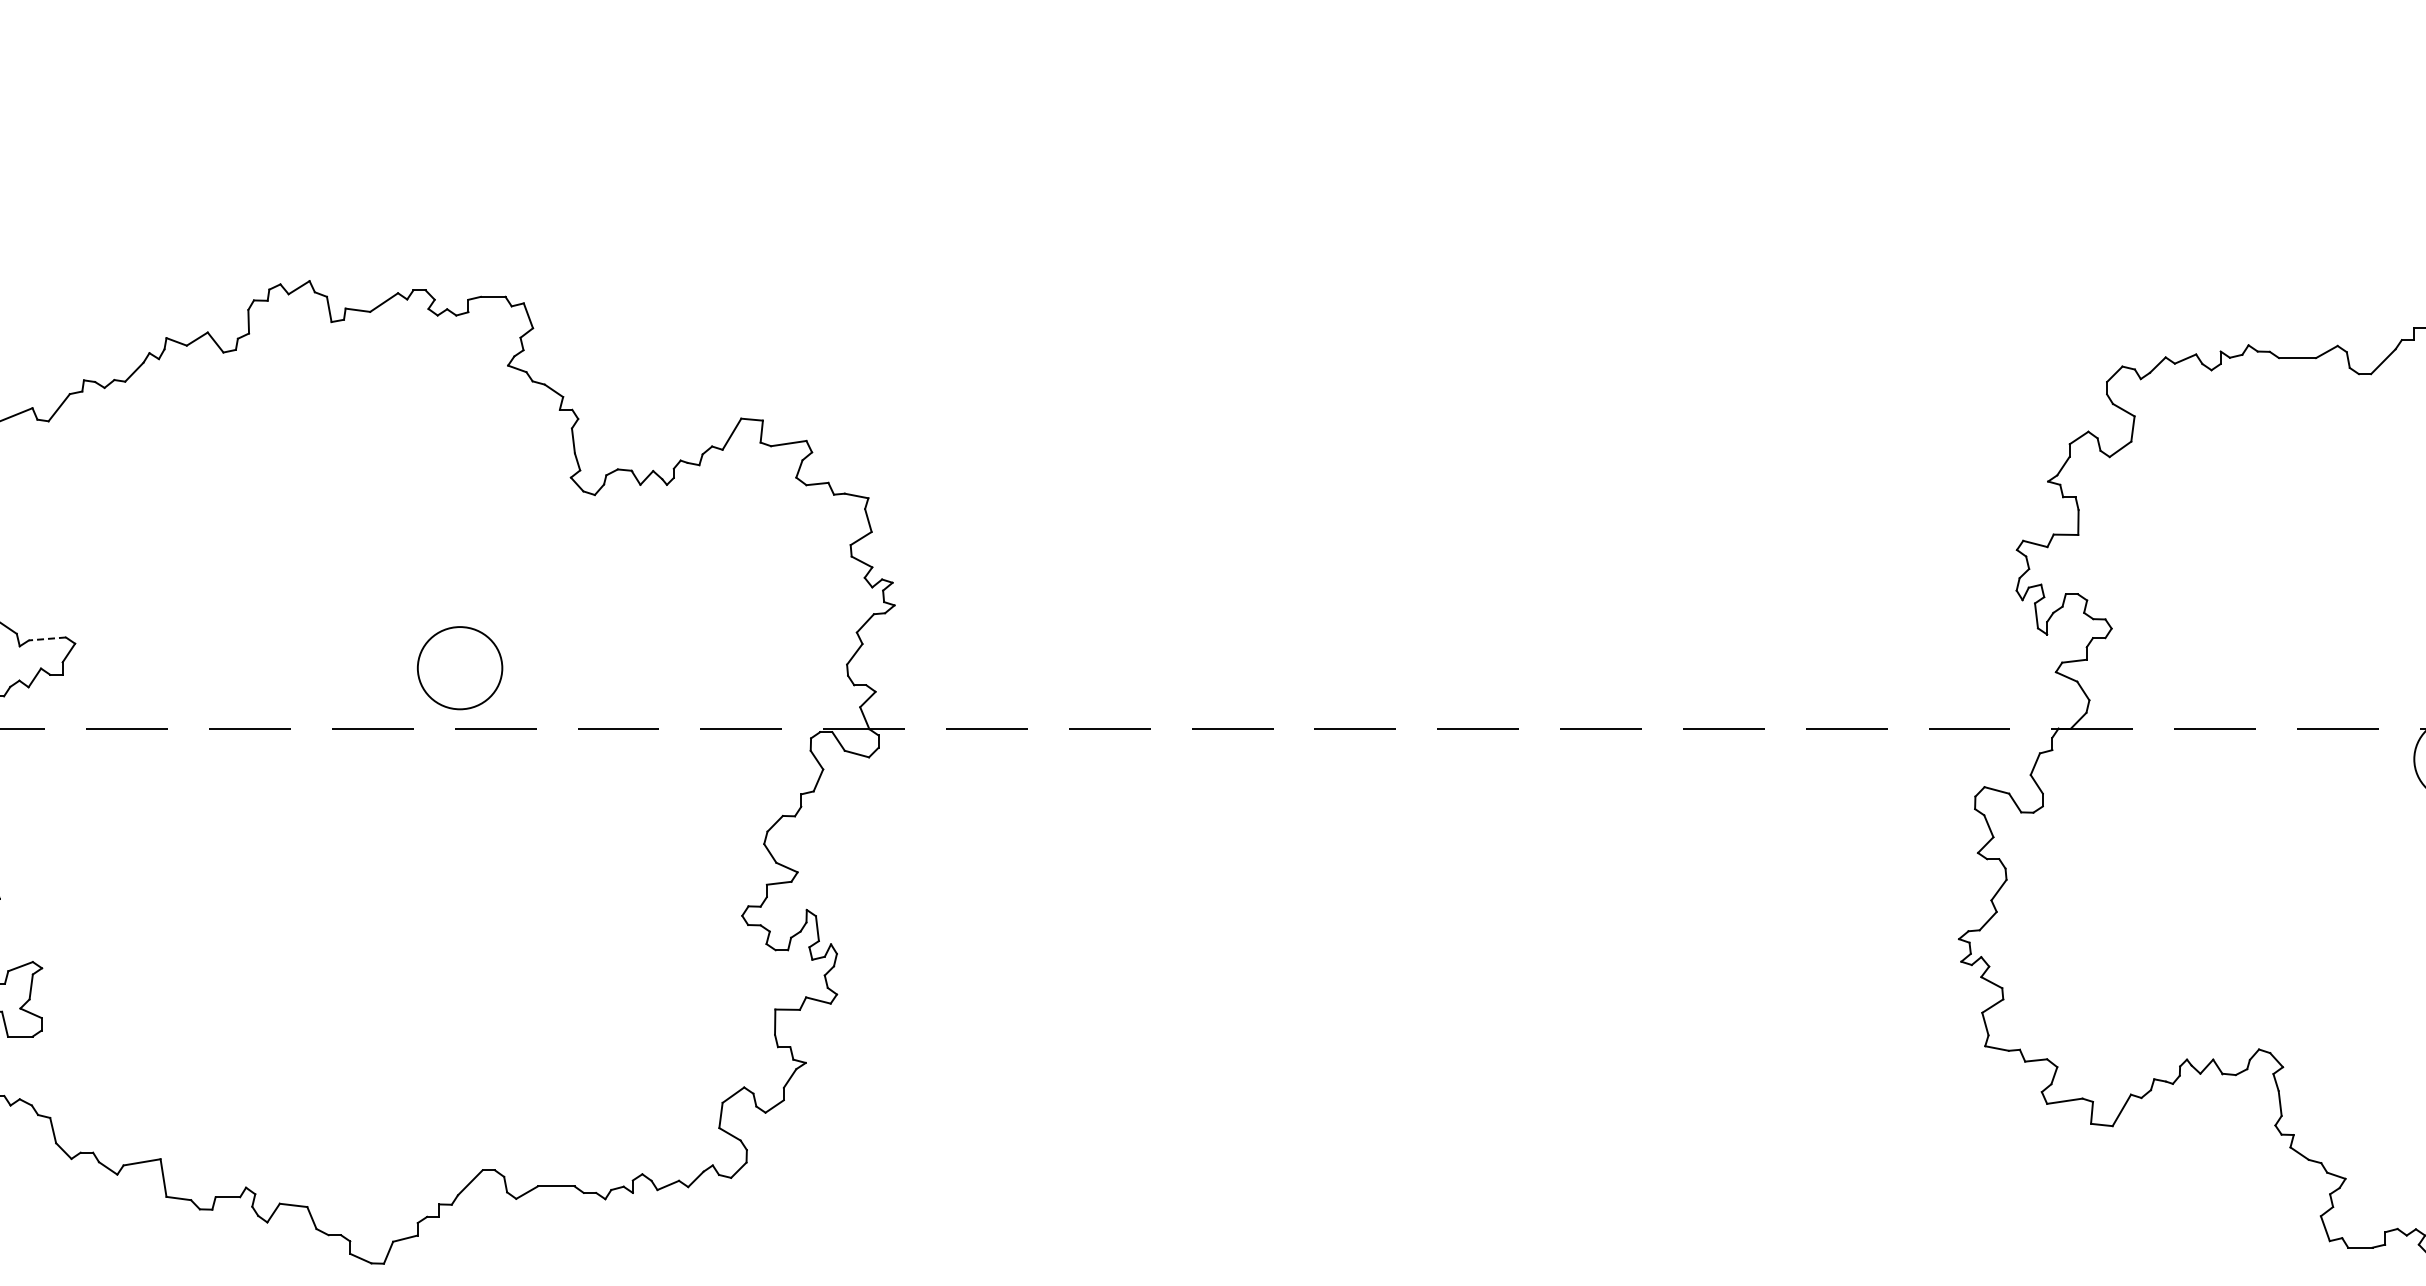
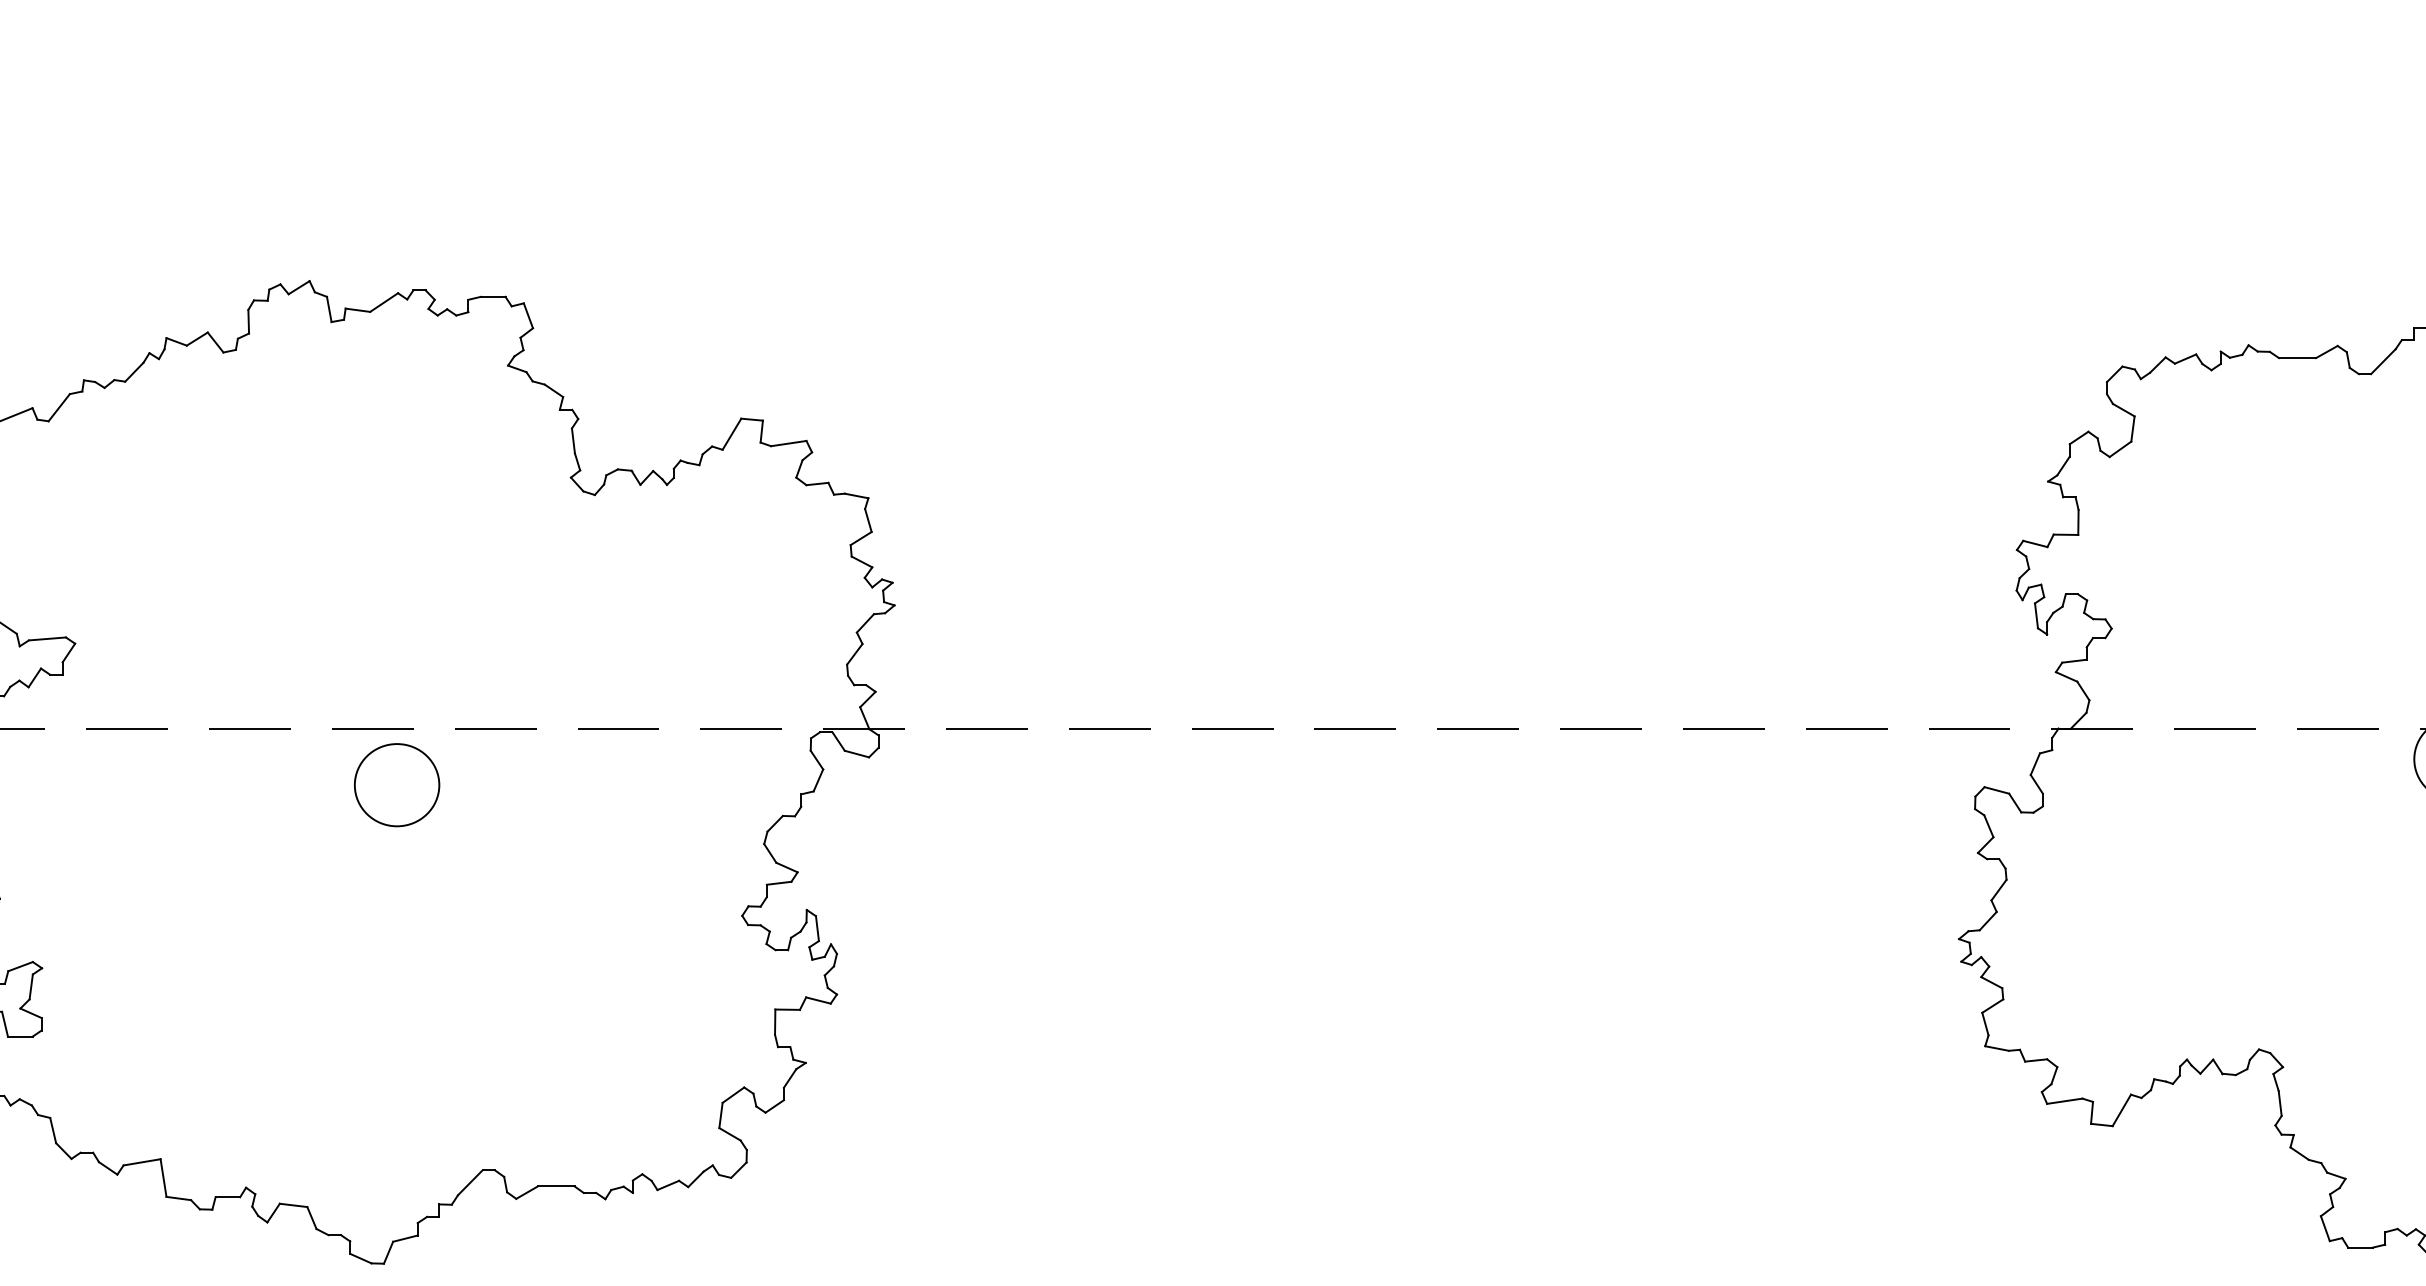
line at (47, 638): dashed -> solid
part at (460, 668) position: (460, 668) -> (397, 785)
